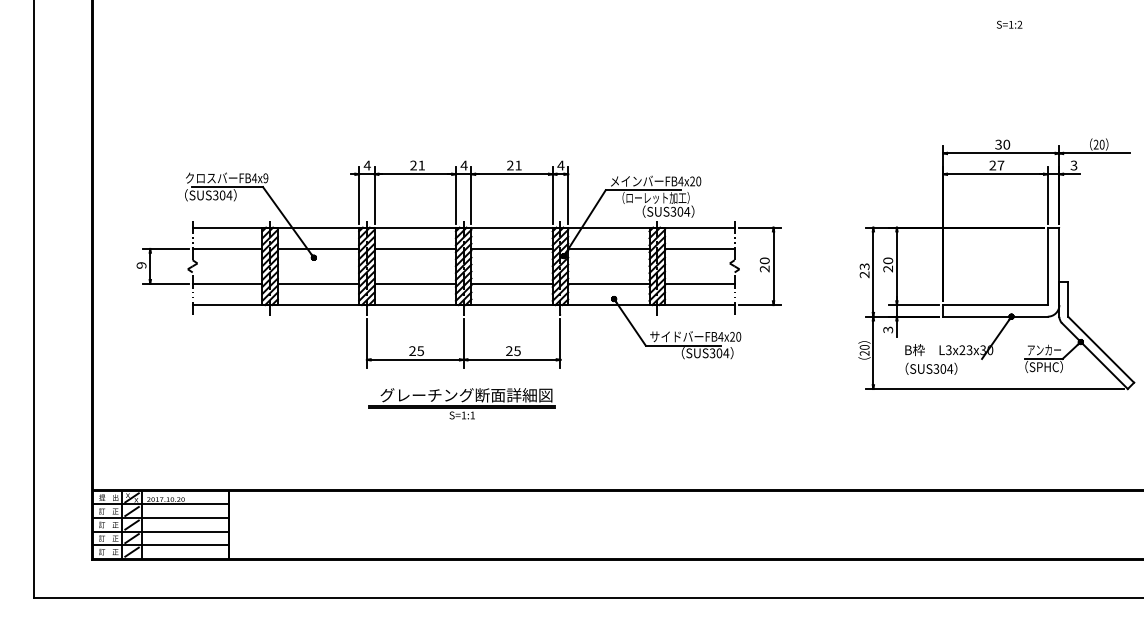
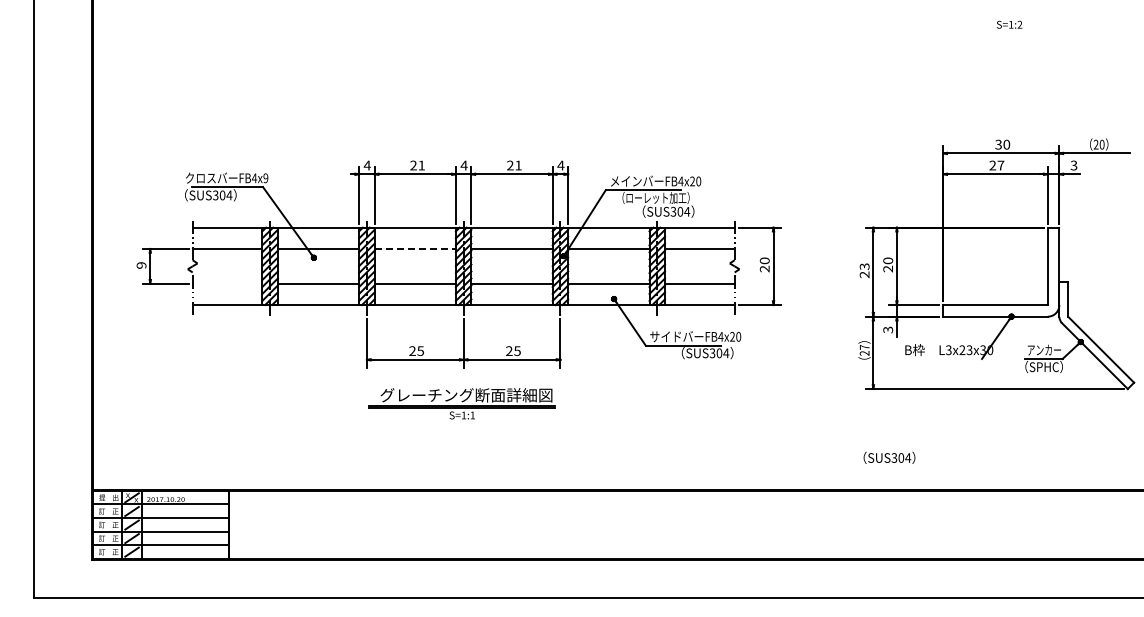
line at (415, 248): solid -> dashed
line at (227, 283): present -> none
text at (864, 347): 20 -> 27
text at (931, 368) position: (931, 368) -> (889, 457)
